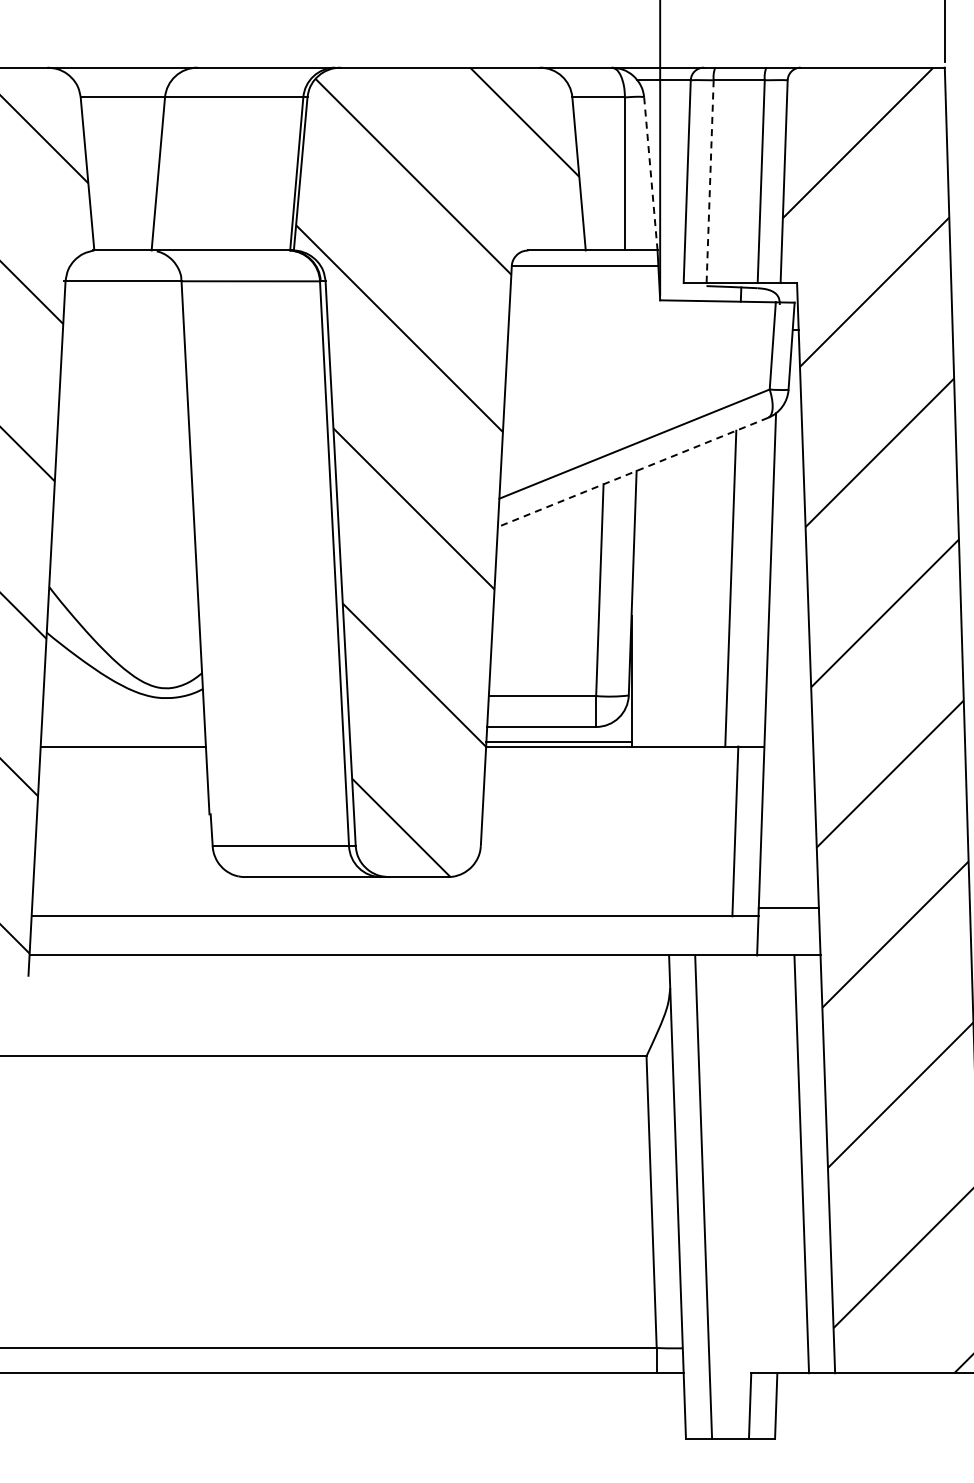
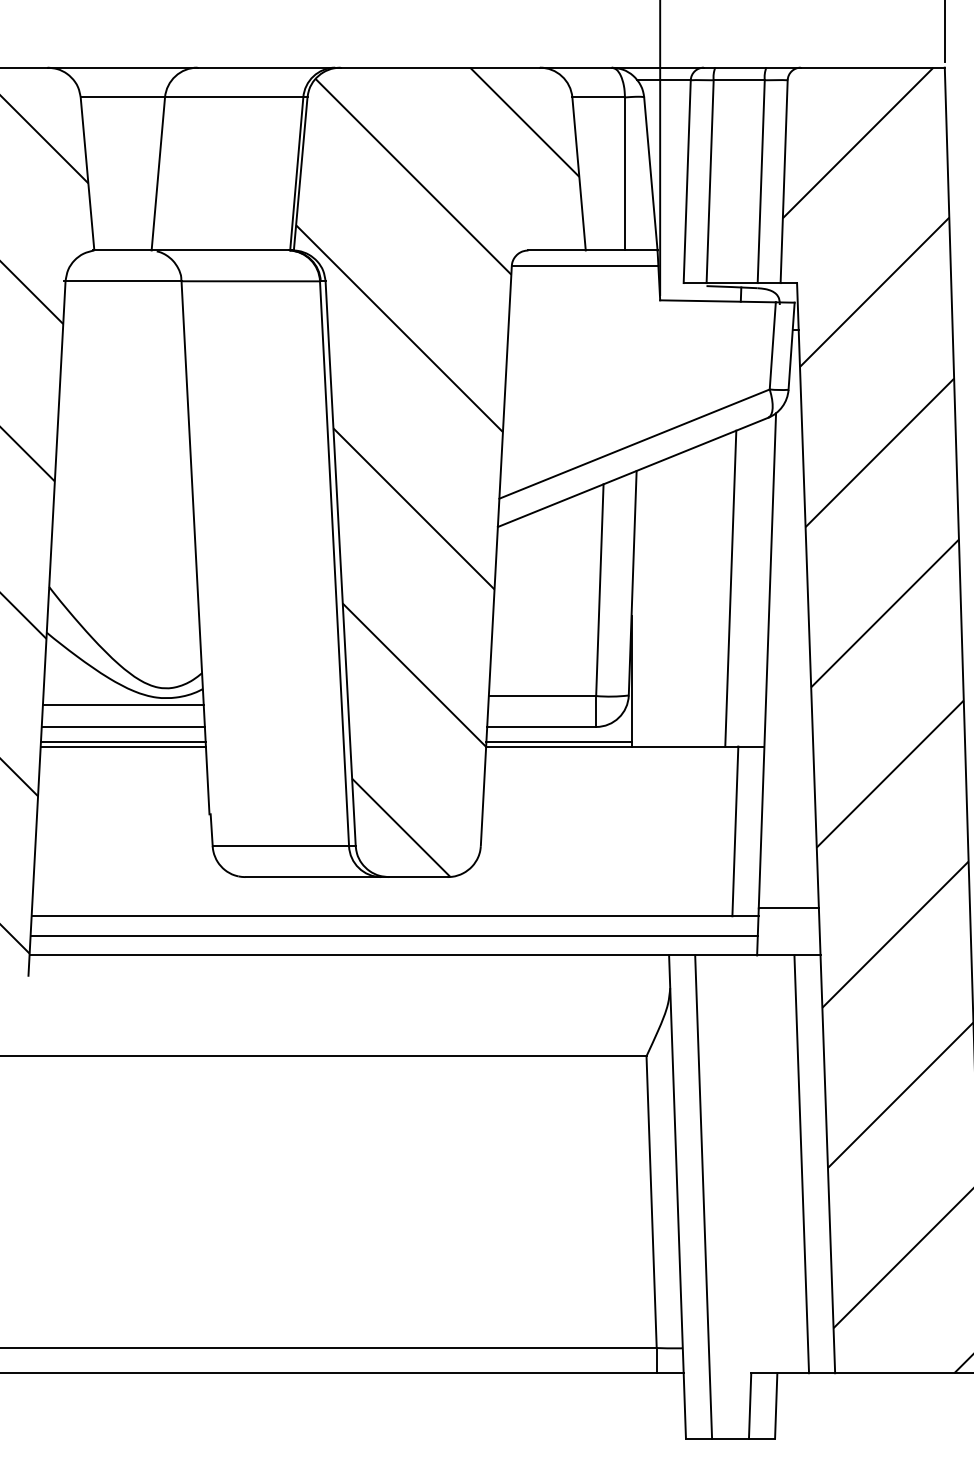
line at (650, 173): dashed -> solid
line at (710, 182): dashed -> solid
line at (633, 472): dashed -> solid
line at (122, 704): none -> present
line at (122, 726): none -> present
line at (122, 742): none -> present
line at (393, 936): none -> present
